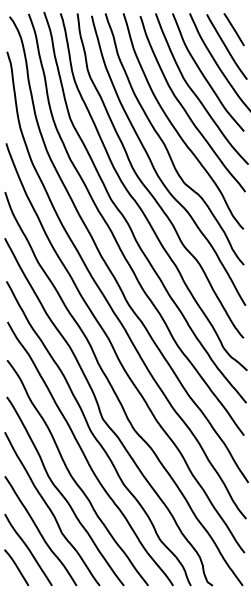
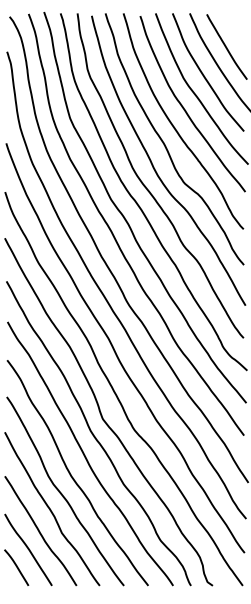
line at (233, 29): present -> none
